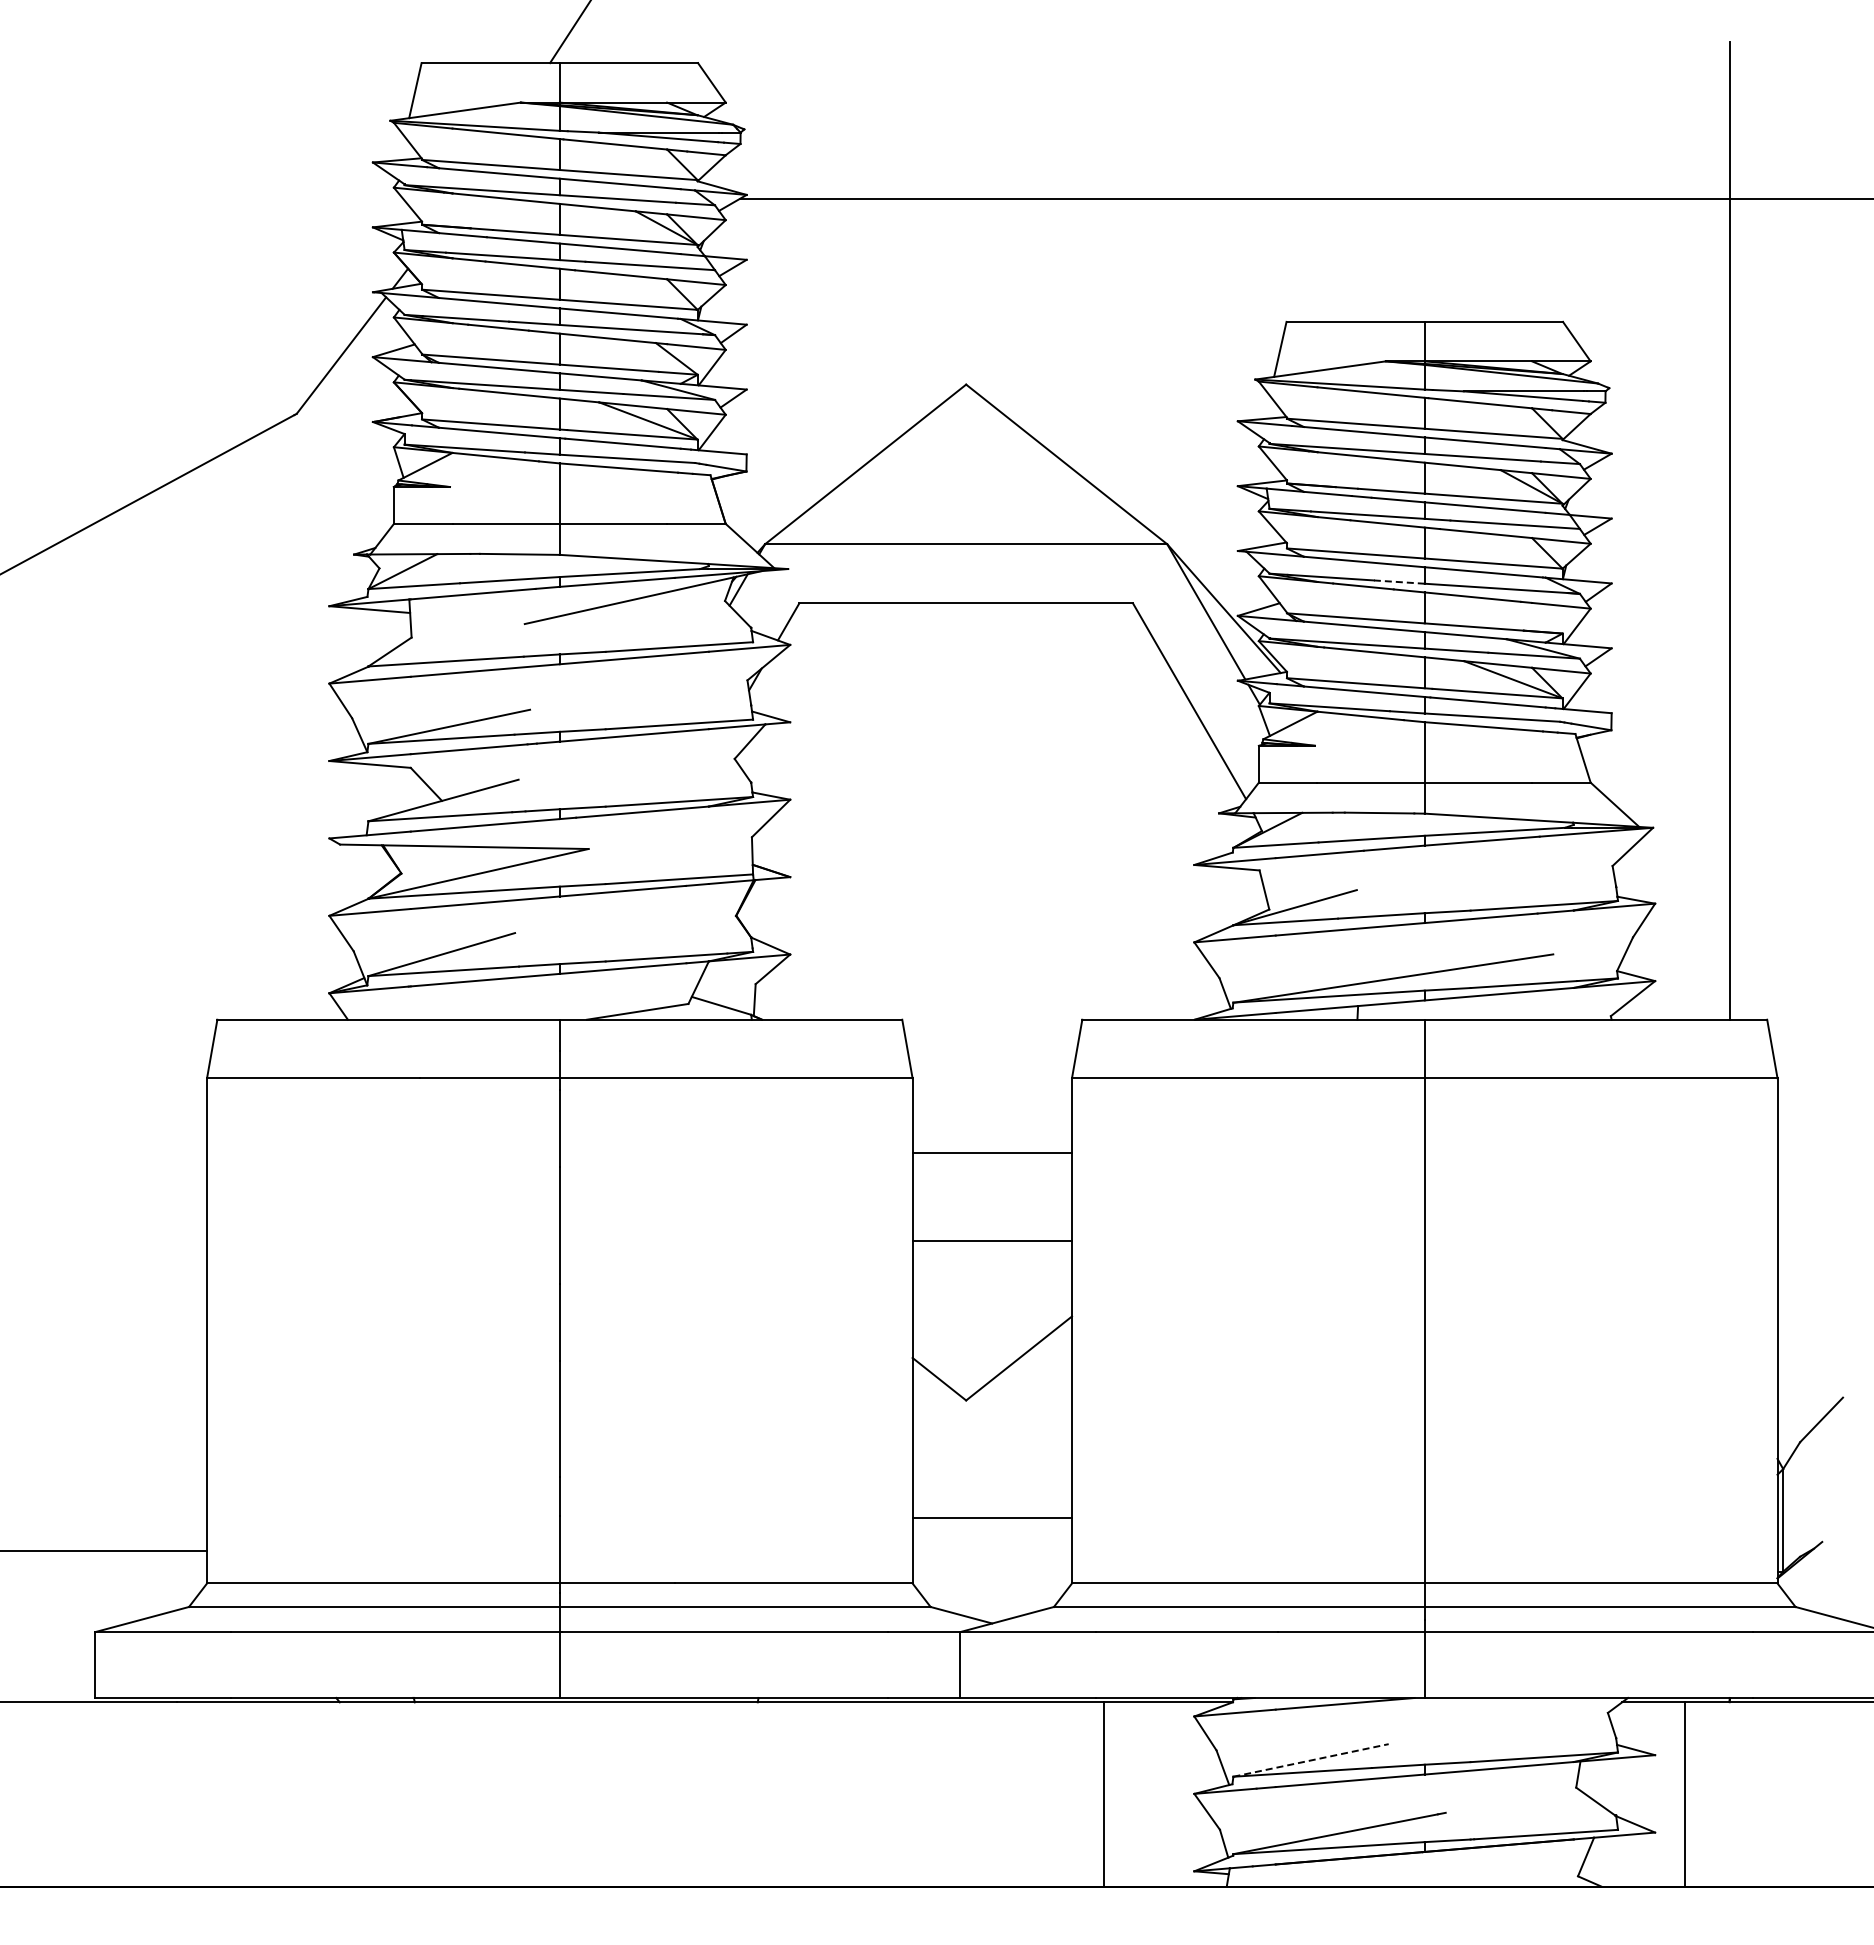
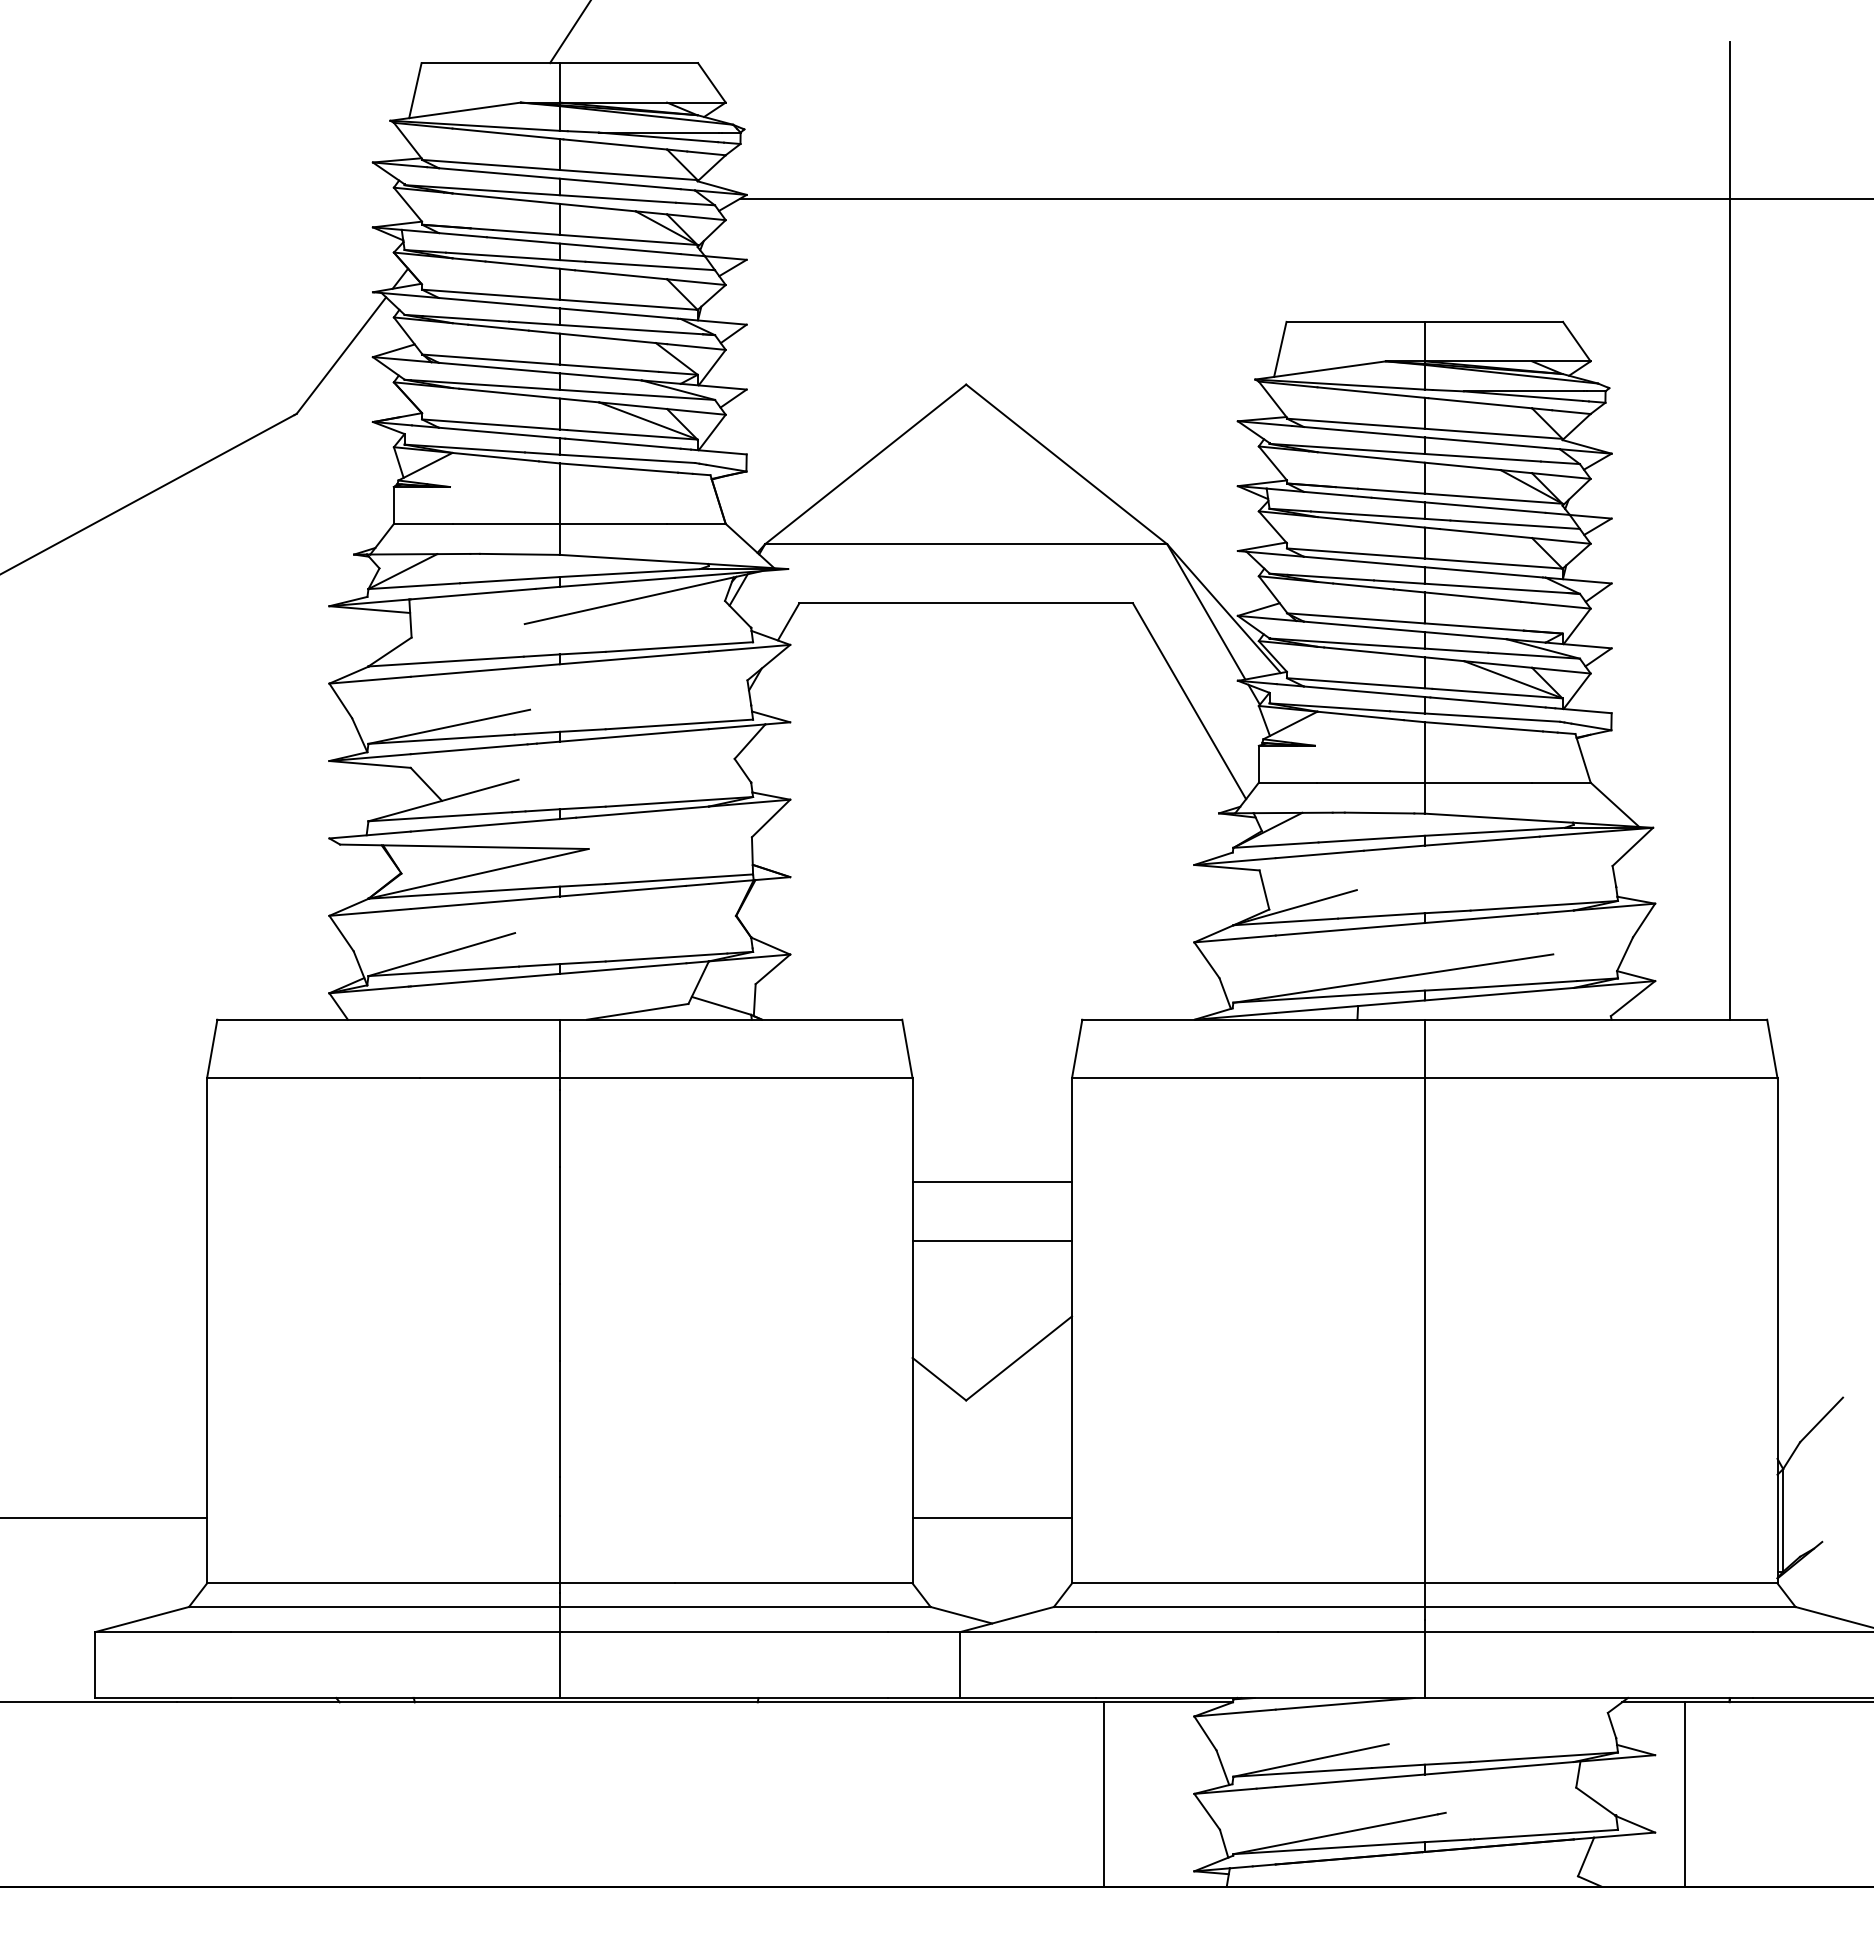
line at (1398, 582): dashed -> solid
line at (992, 1152) position: (992, 1152) -> (992, 1181)
line at (104, 1551) position: (104, 1551) -> (104, 1518)
line at (1311, 1760): dashed -> solid
